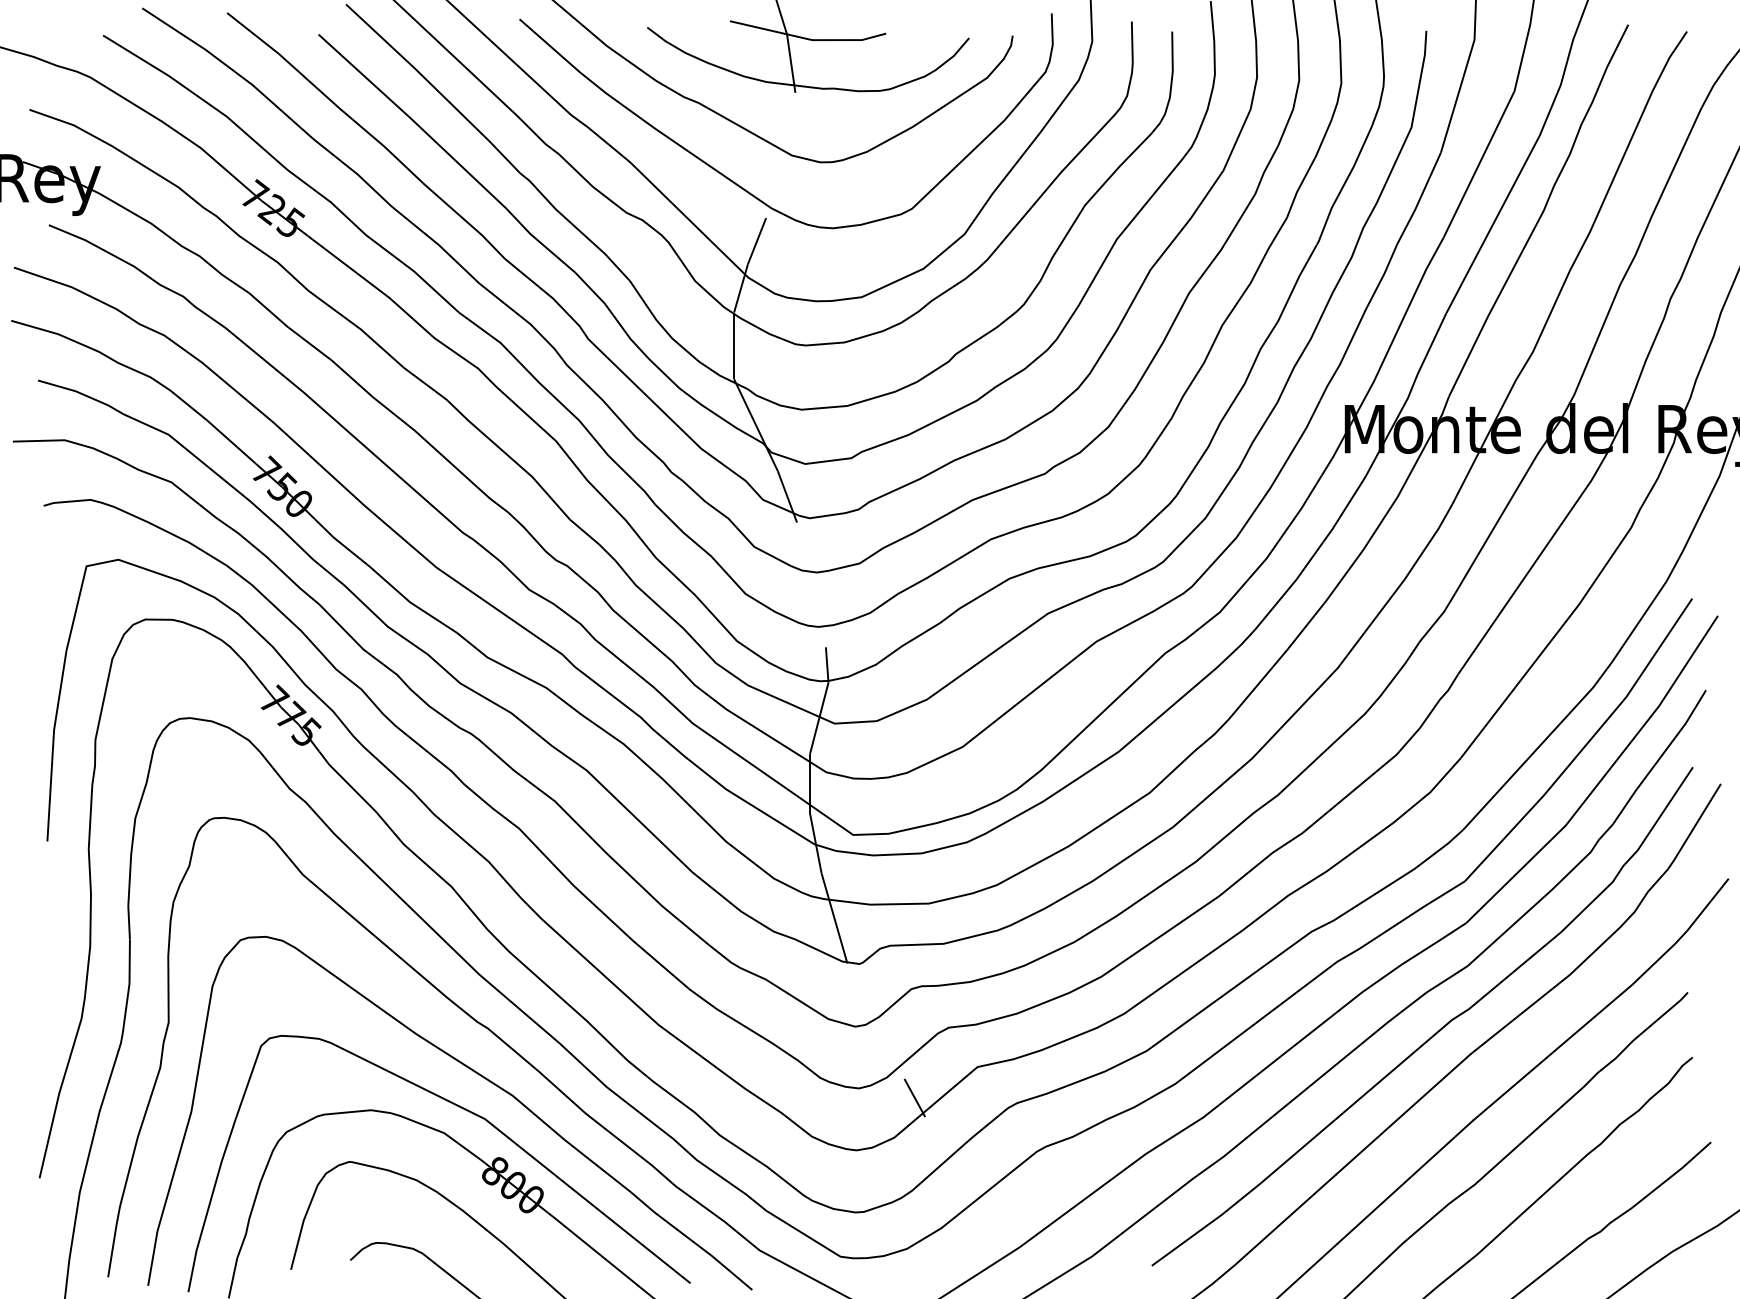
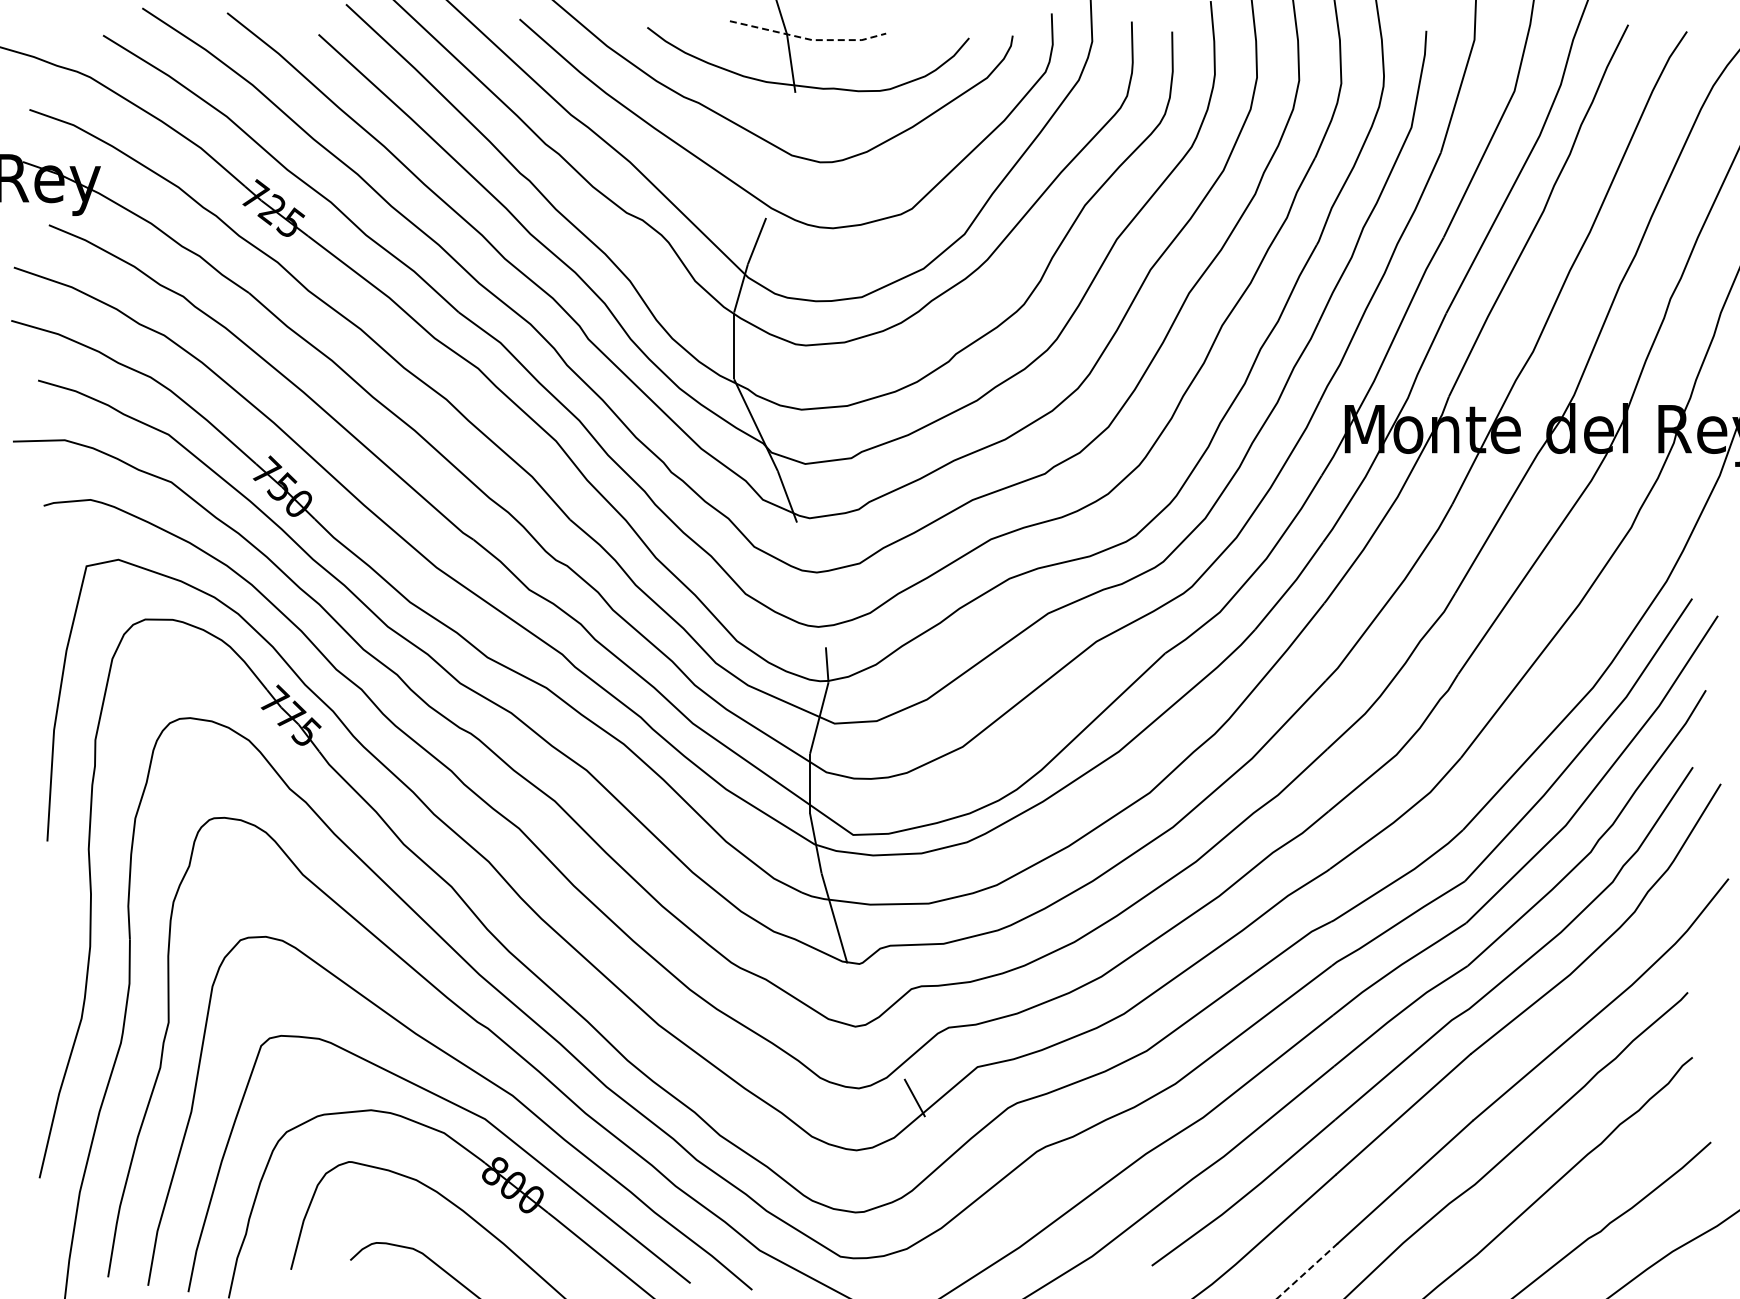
line at (809, 39): solid -> dashed
line at (1307, 1270): solid -> dashed
